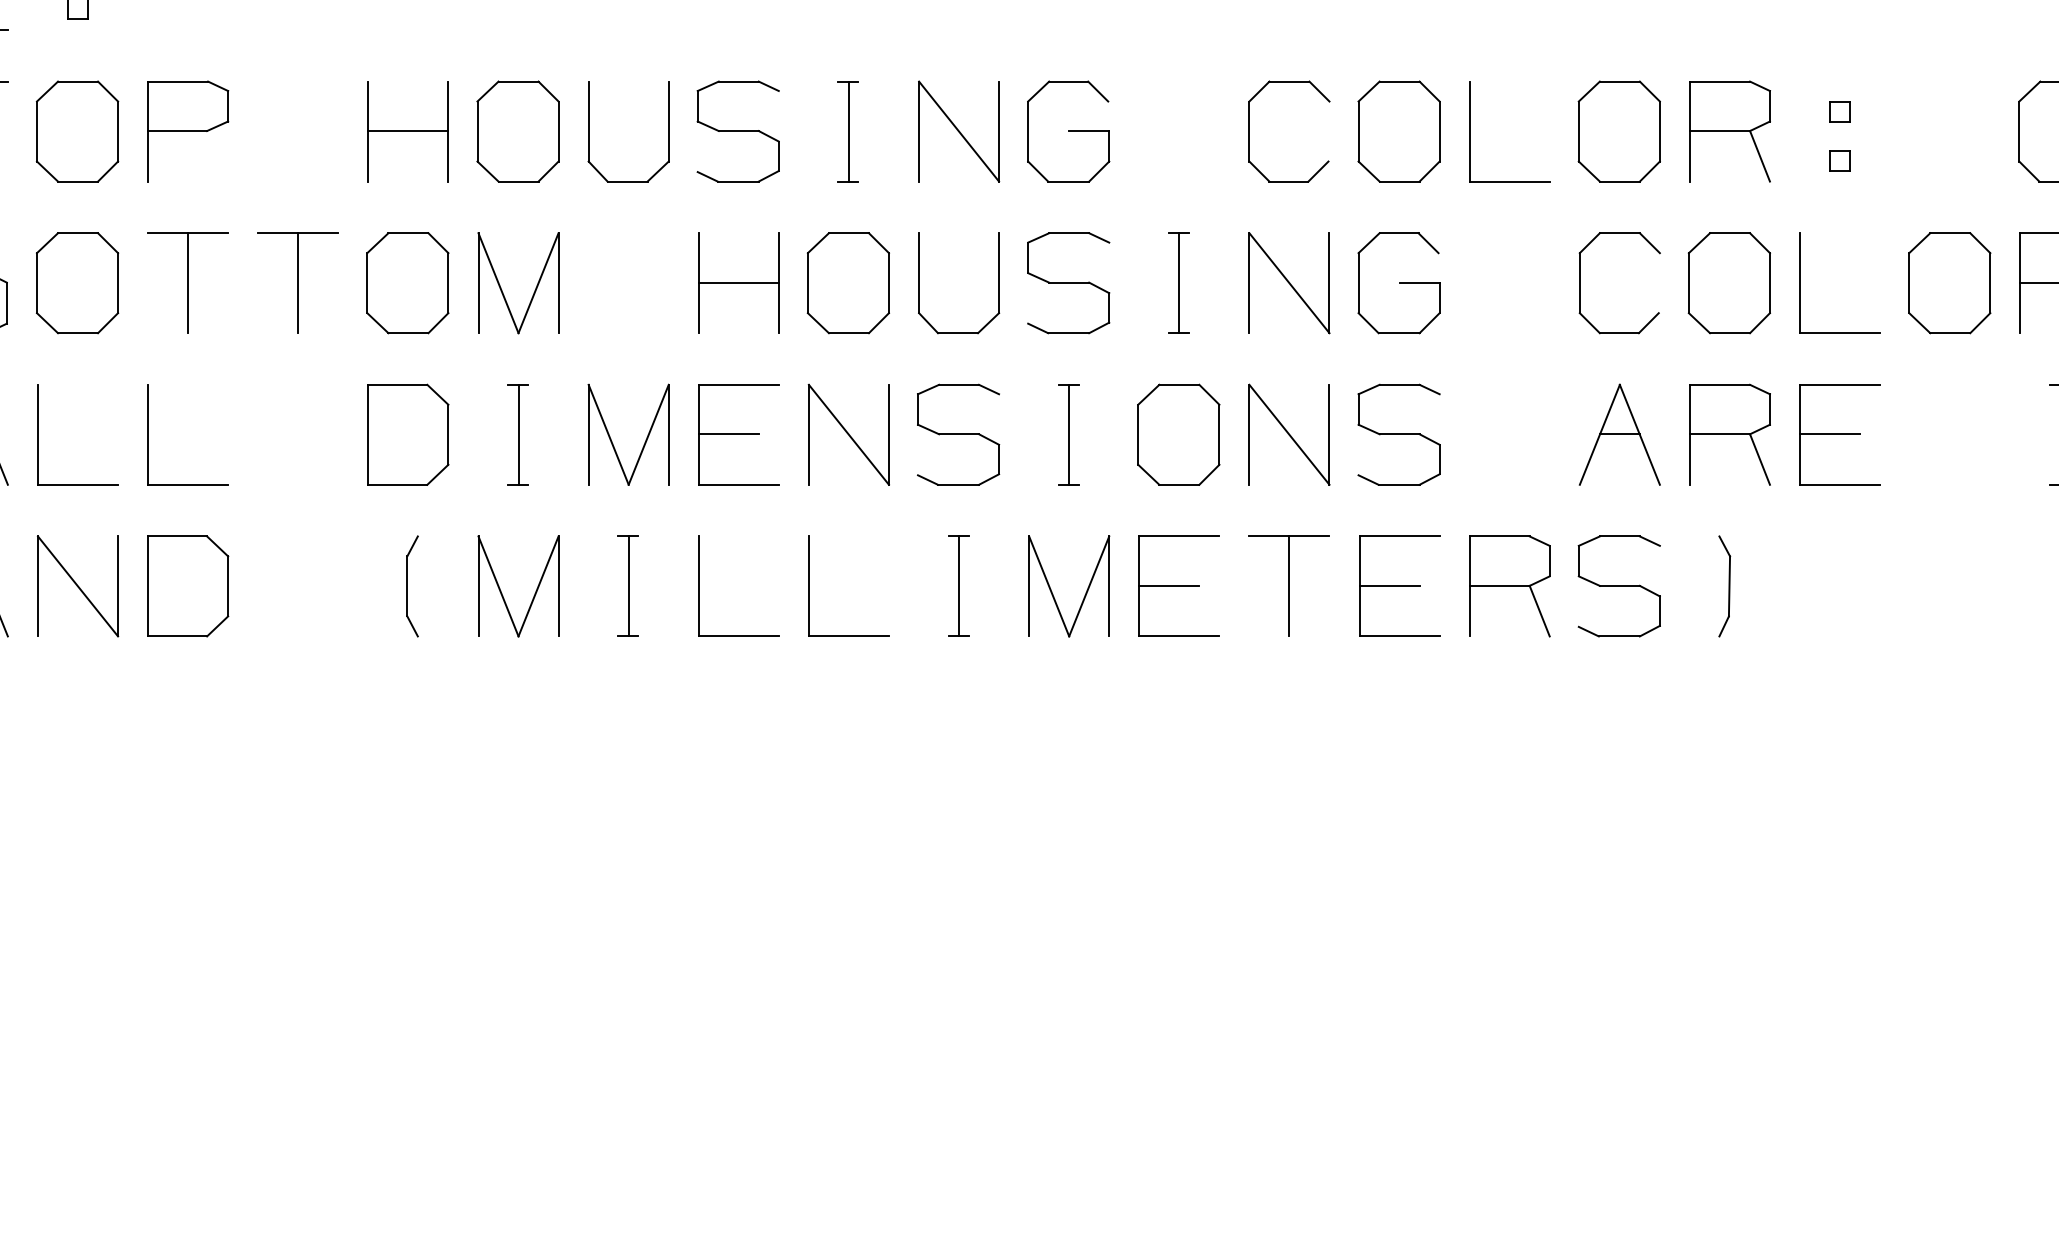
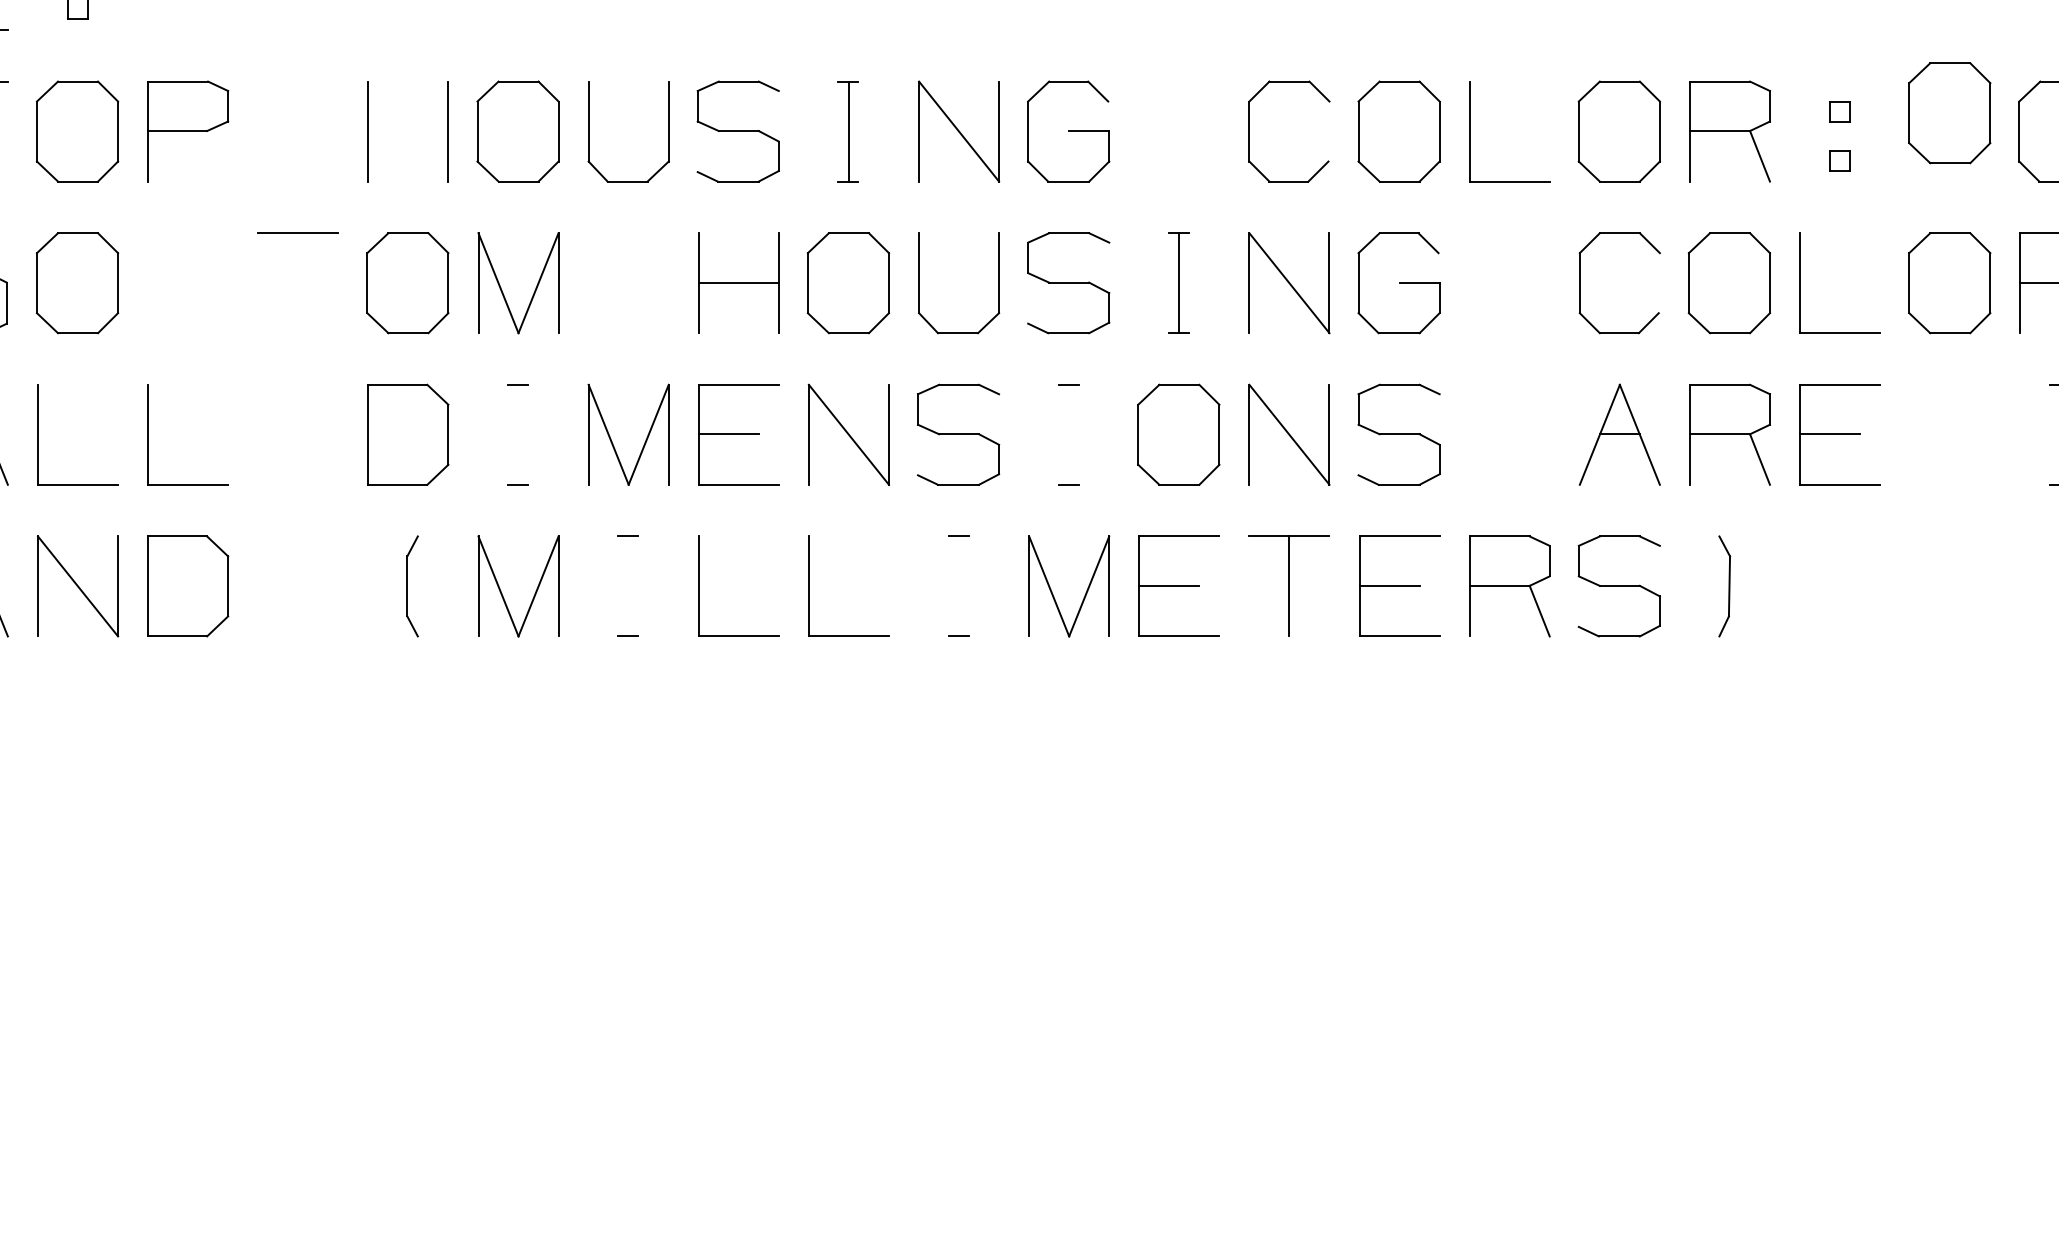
part at (1949, 113): none -> present
line at (408, 131): present -> none
part at (187, 282): present -> none
line at (298, 283): present -> none
line at (518, 434): present -> none
line at (1069, 434): present -> none
line at (628, 586): present -> none
line at (959, 586): present -> none
